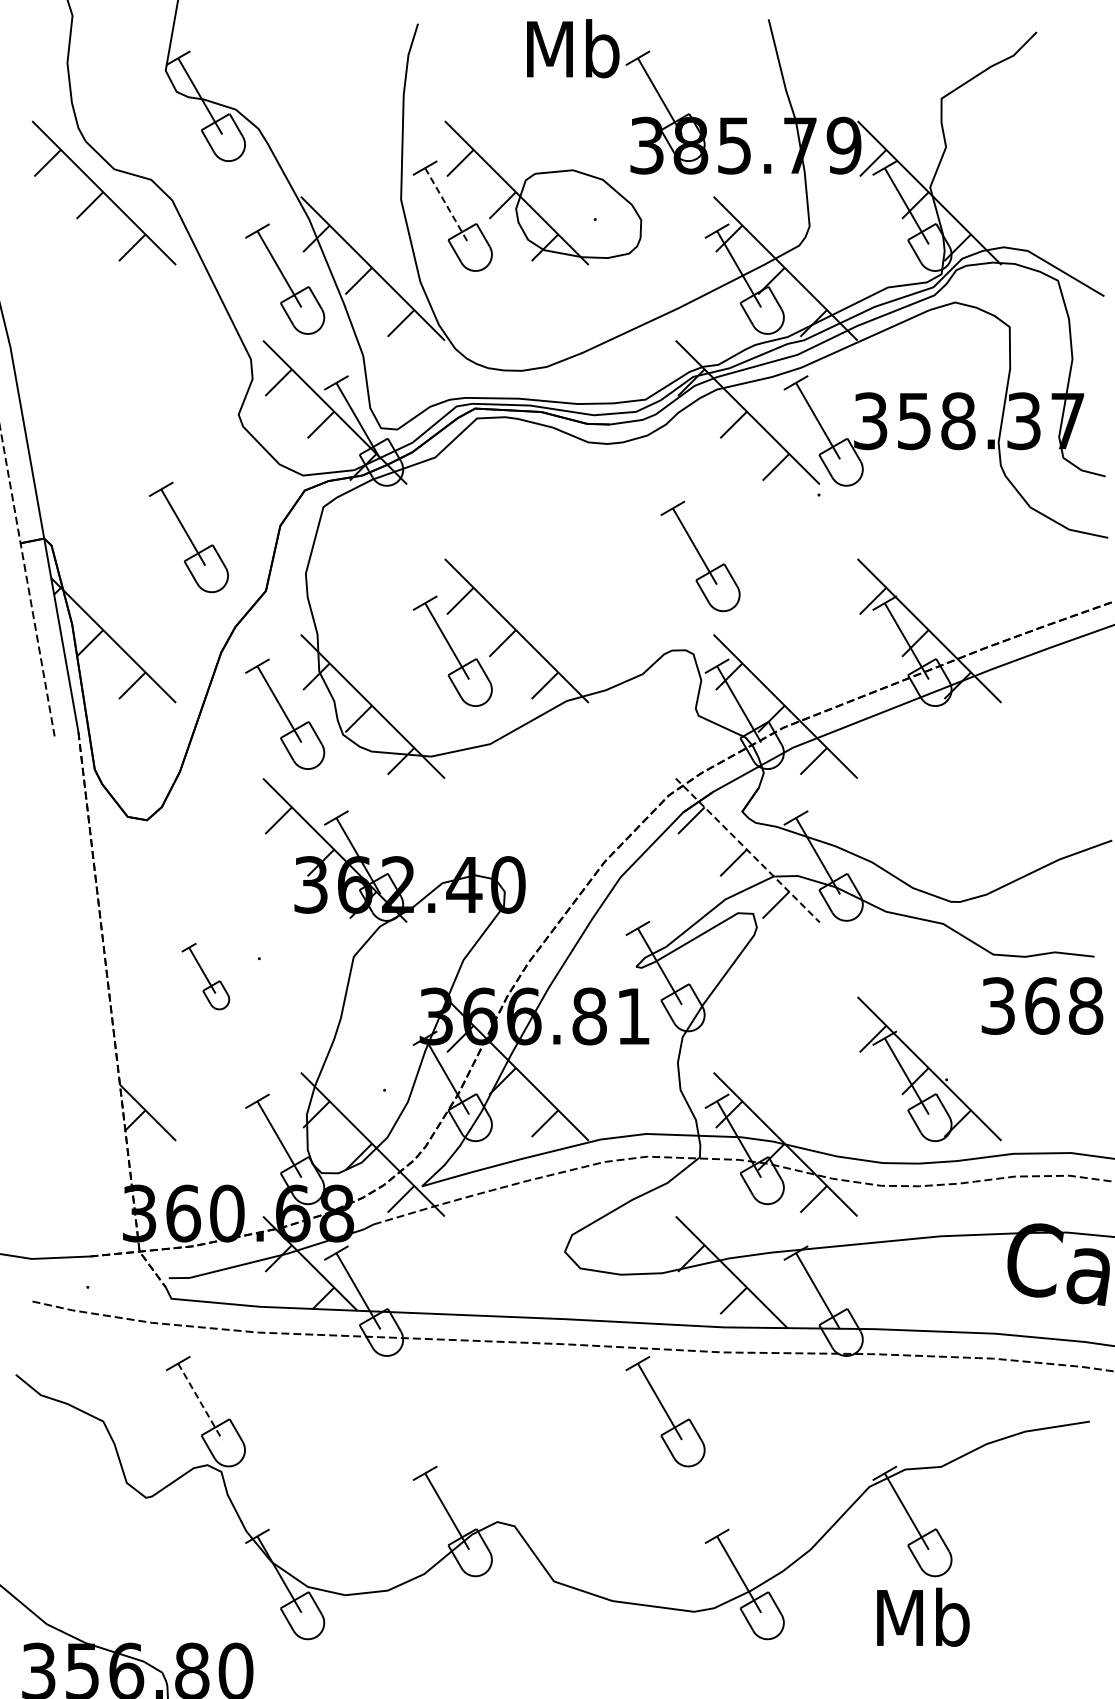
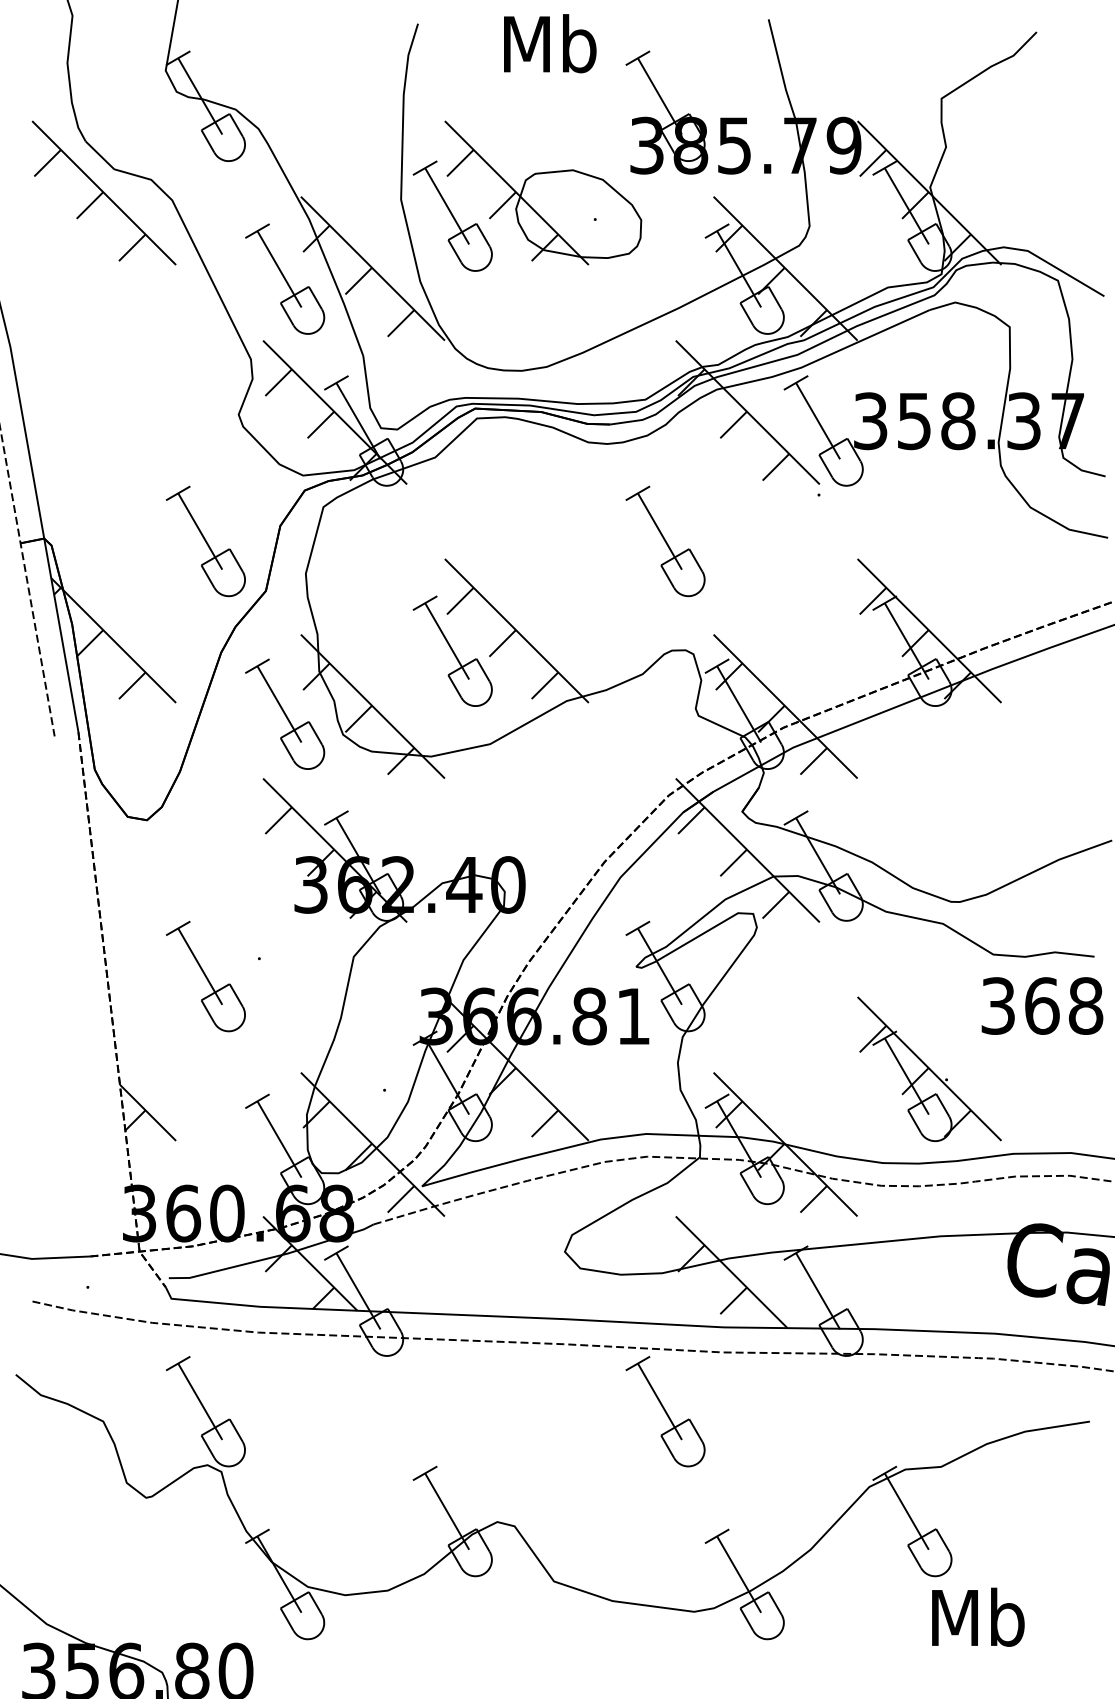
text at (573, 48) position: (573, 48) -> (550, 43)
line at (447, 206): dashed -> solid
part at (188, 537) position: (188, 537) -> (205, 541)
part at (700, 556) position: (700, 556) -> (665, 541)
line at (747, 850): dashed -> solid
part at (205, 976) size: 50x69 px -> 81x113 px
line at (200, 1402): dashed -> solid
text at (923, 1616) position: (923, 1616) -> (978, 1616)
